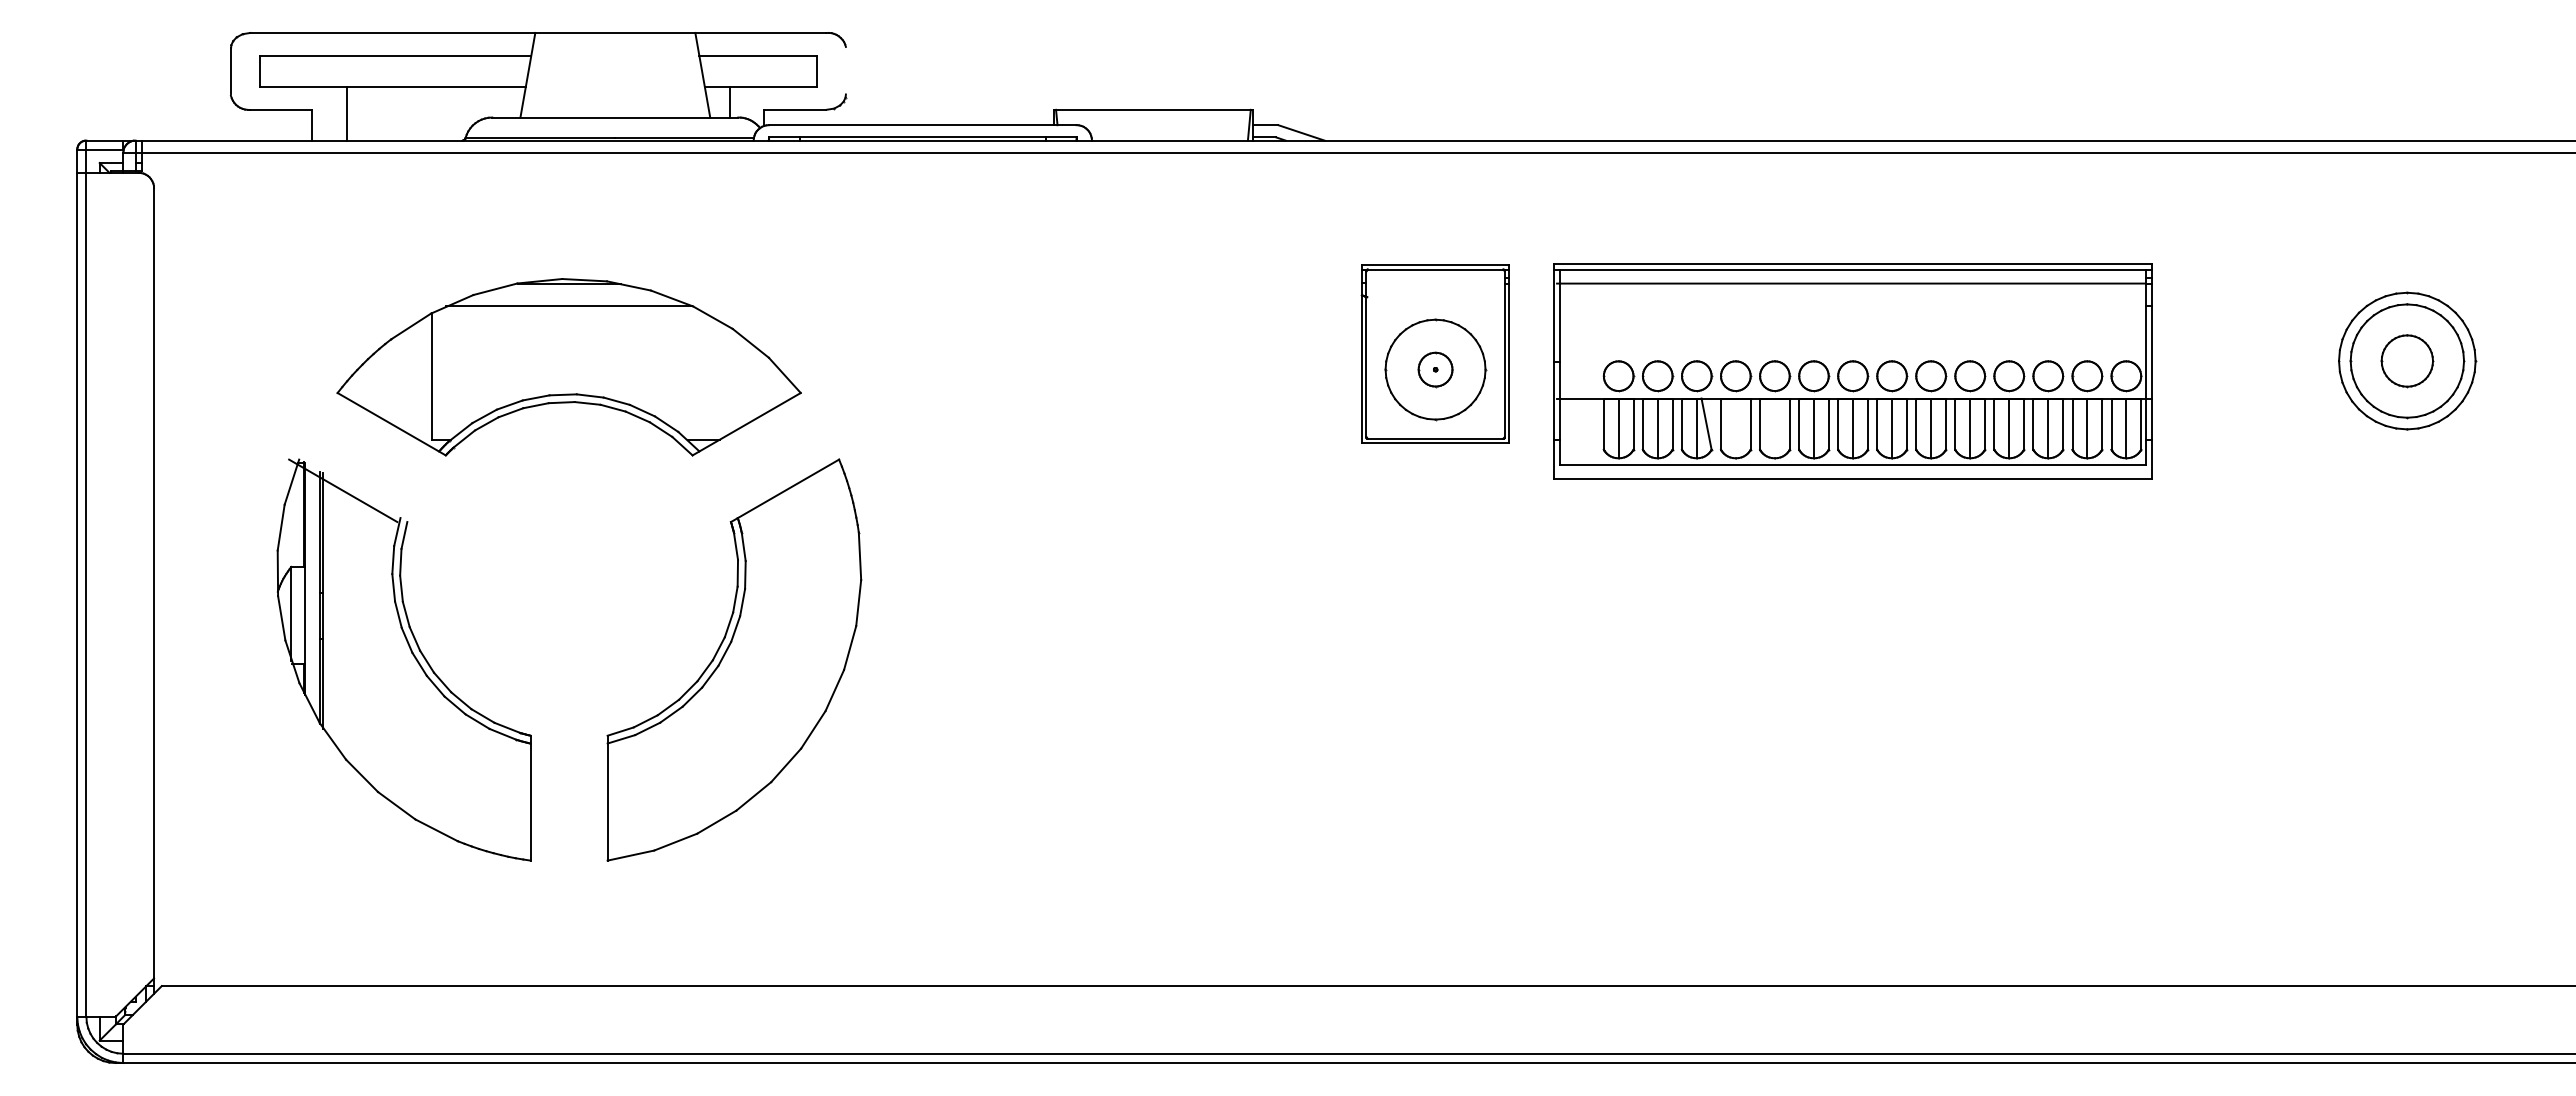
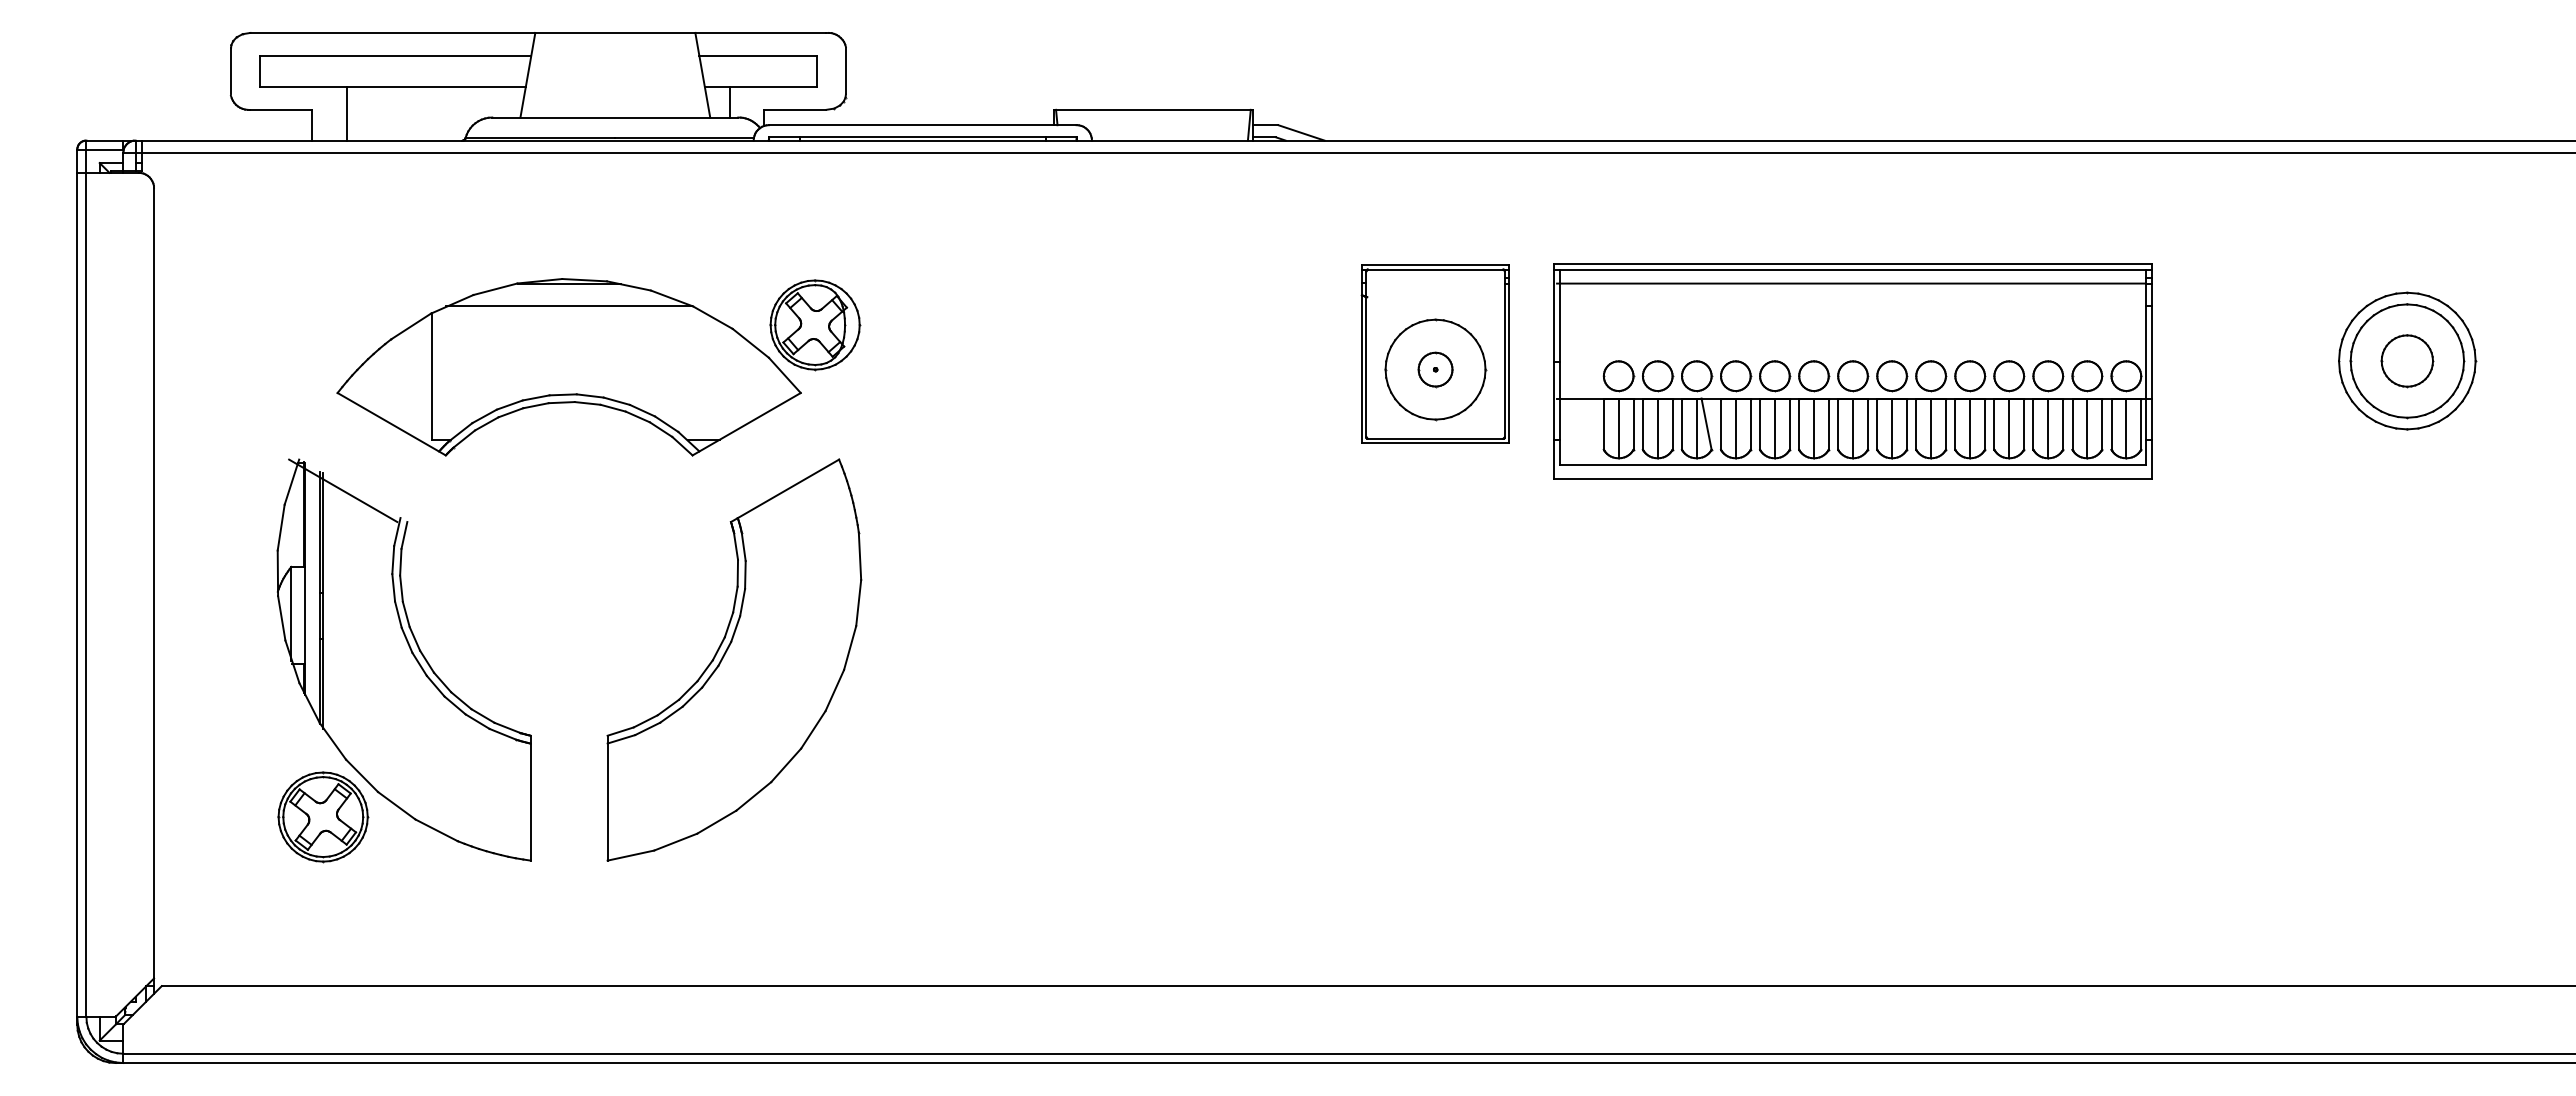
line at (845, 71): none -> present
part at (815, 325): none -> present
line at (1735, 428): none -> present
line at (1774, 428): none -> present
part at (323, 817): none -> present
